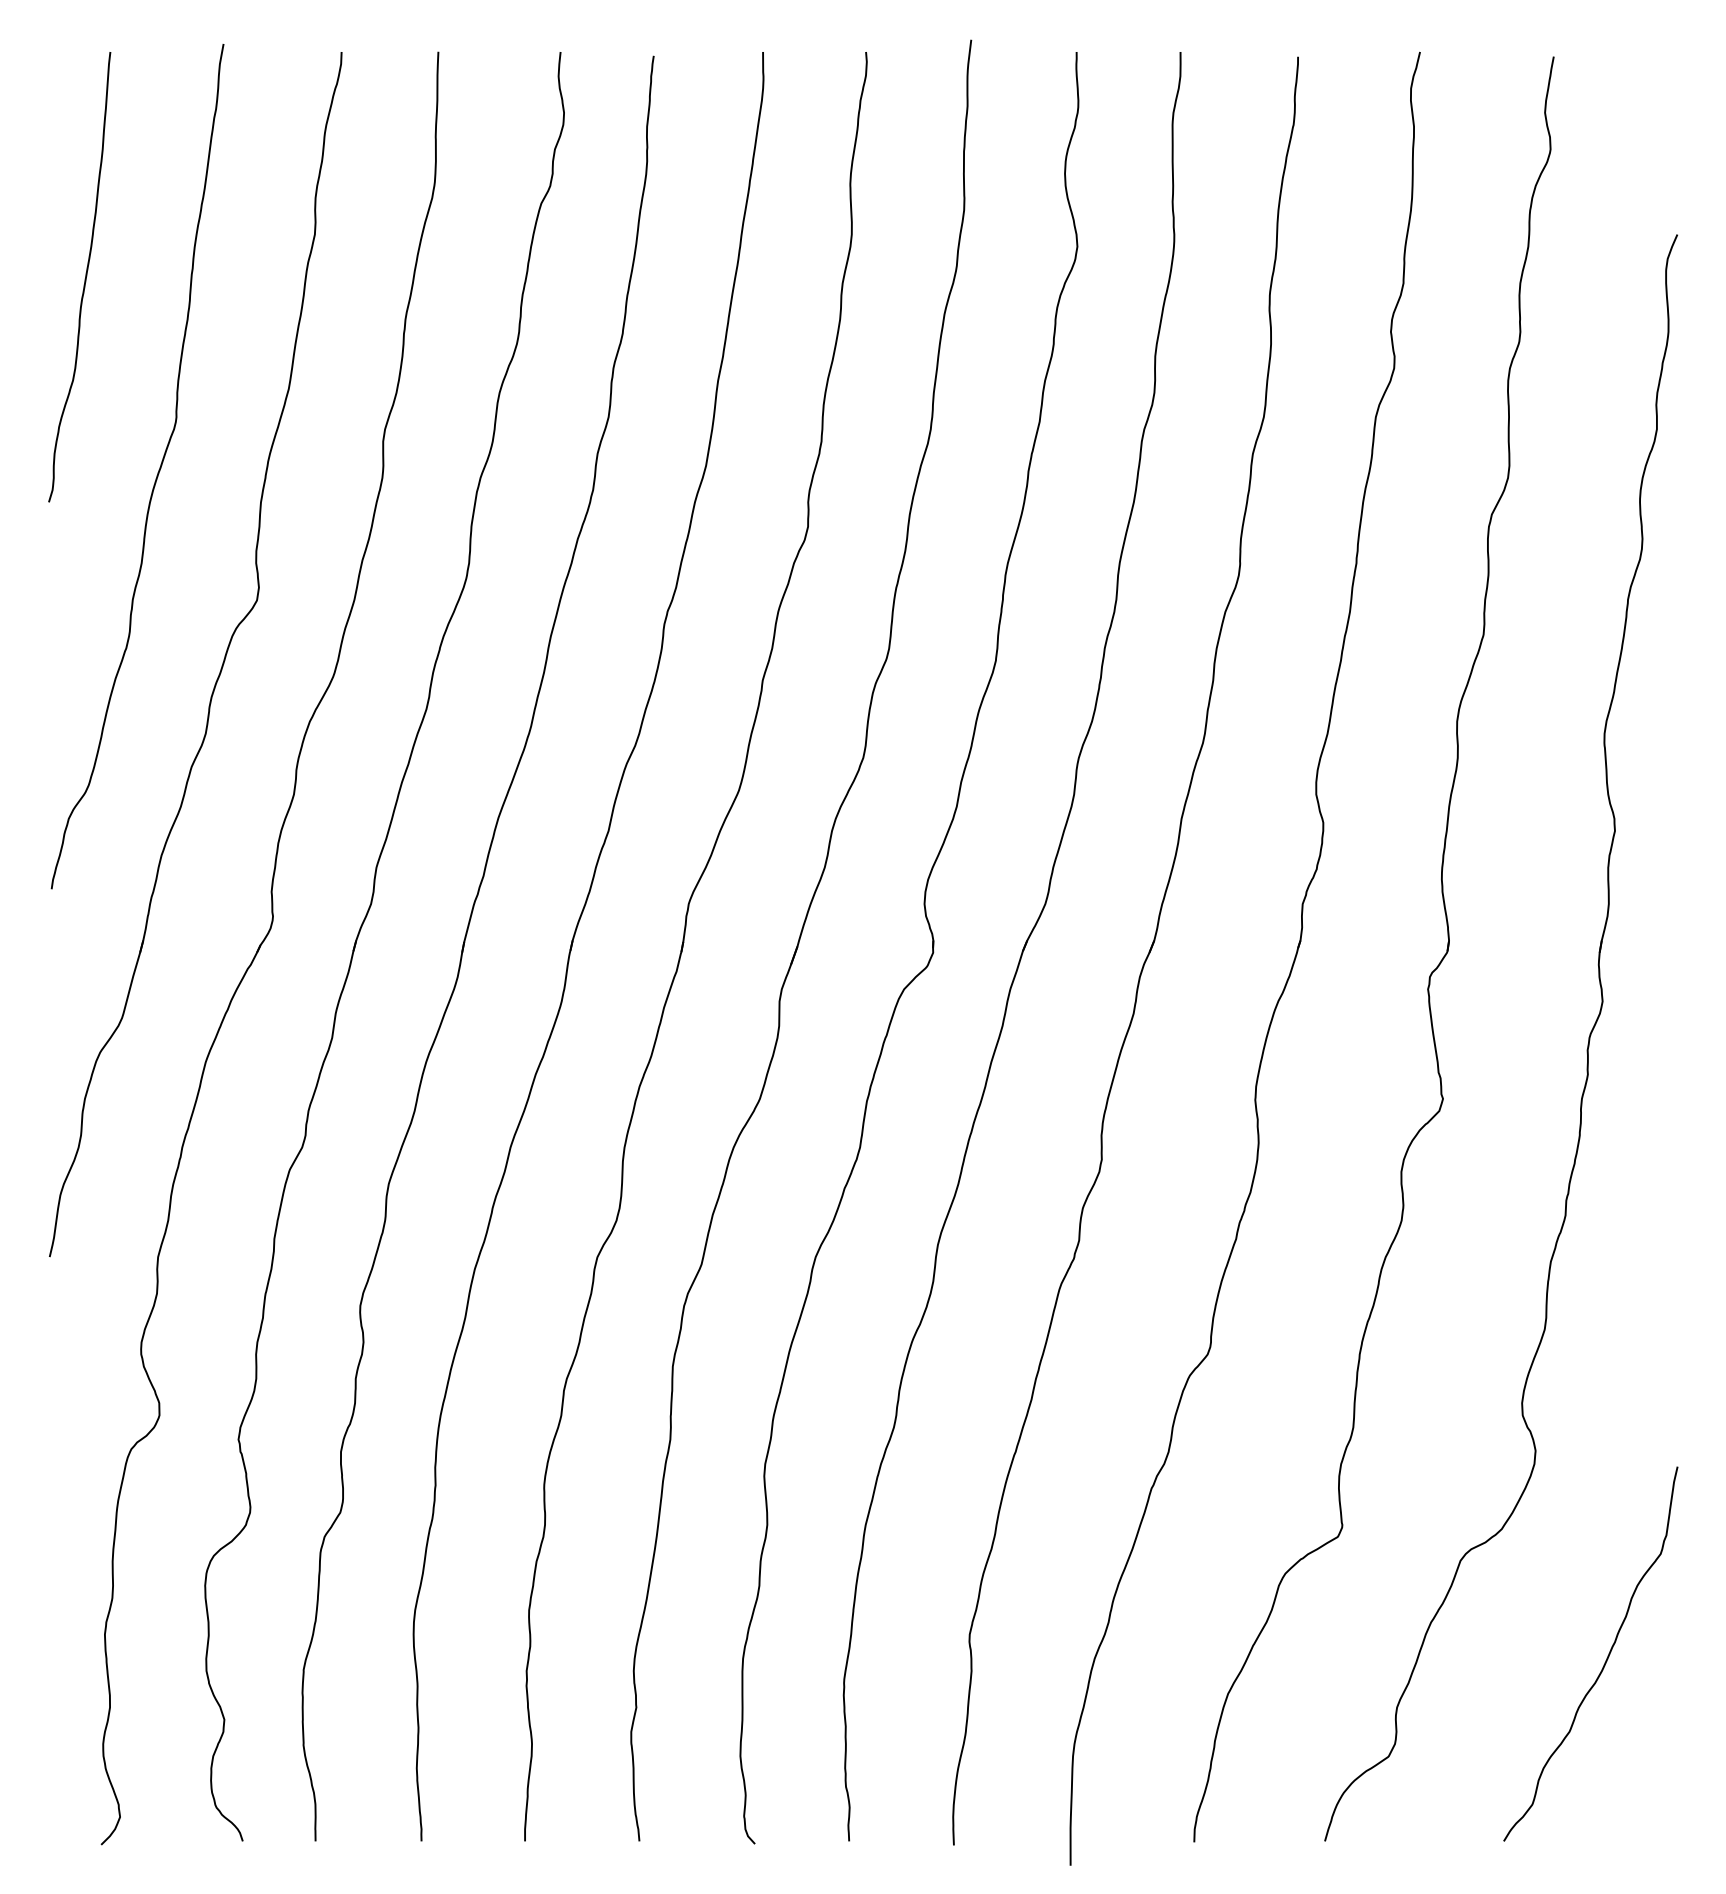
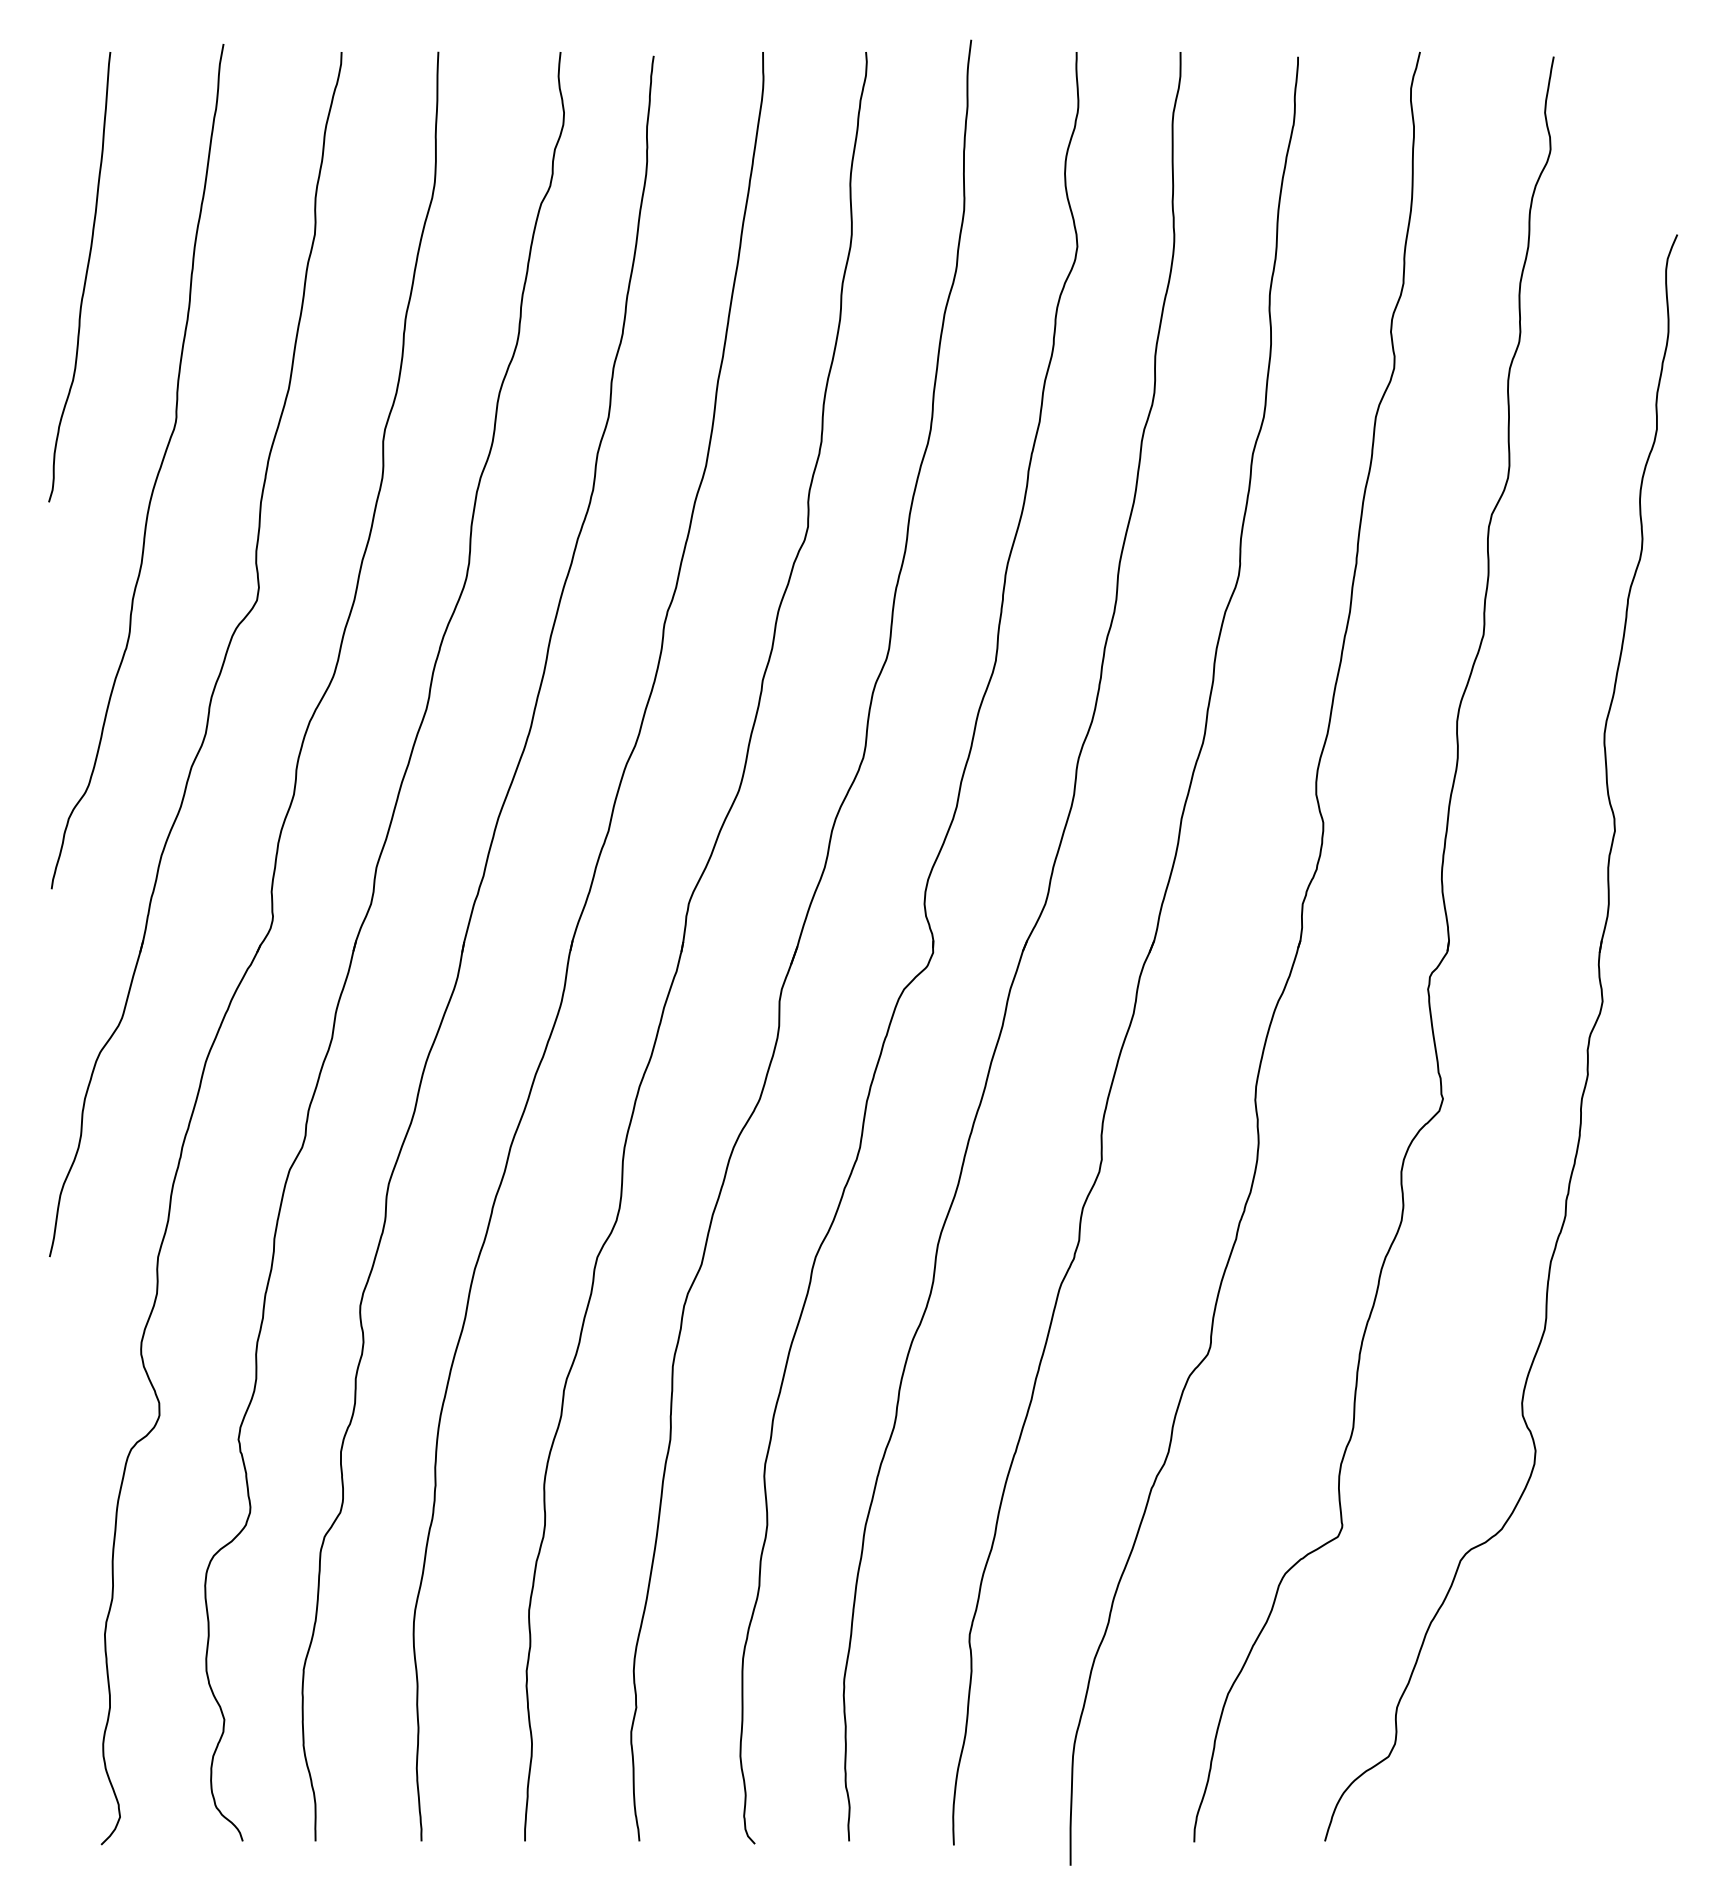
curve at (1605, 1660): present -> none
